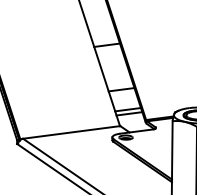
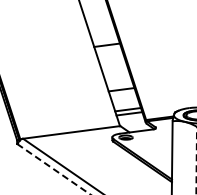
line at (196, 162): solid -> dashed
line at (53, 169): solid -> dashed
